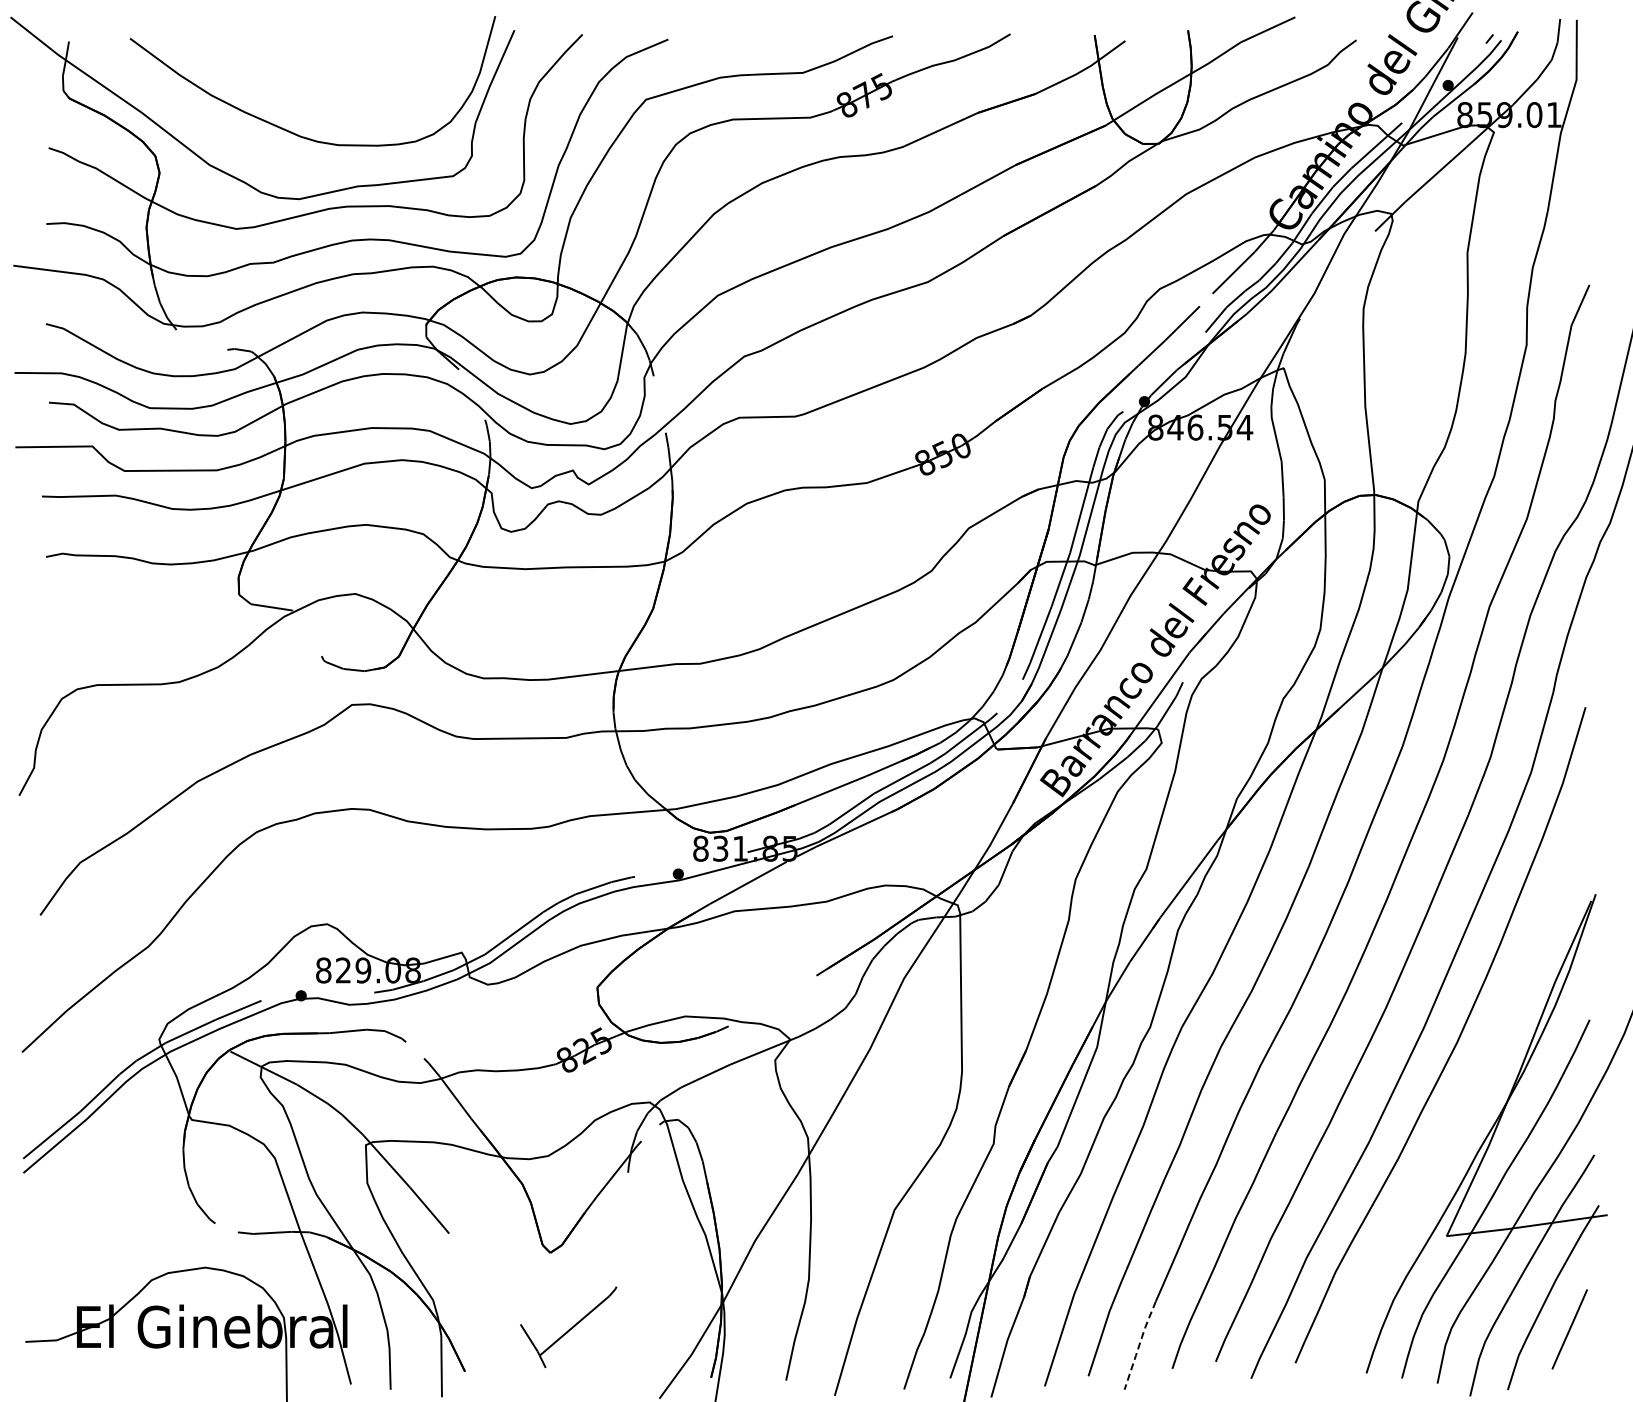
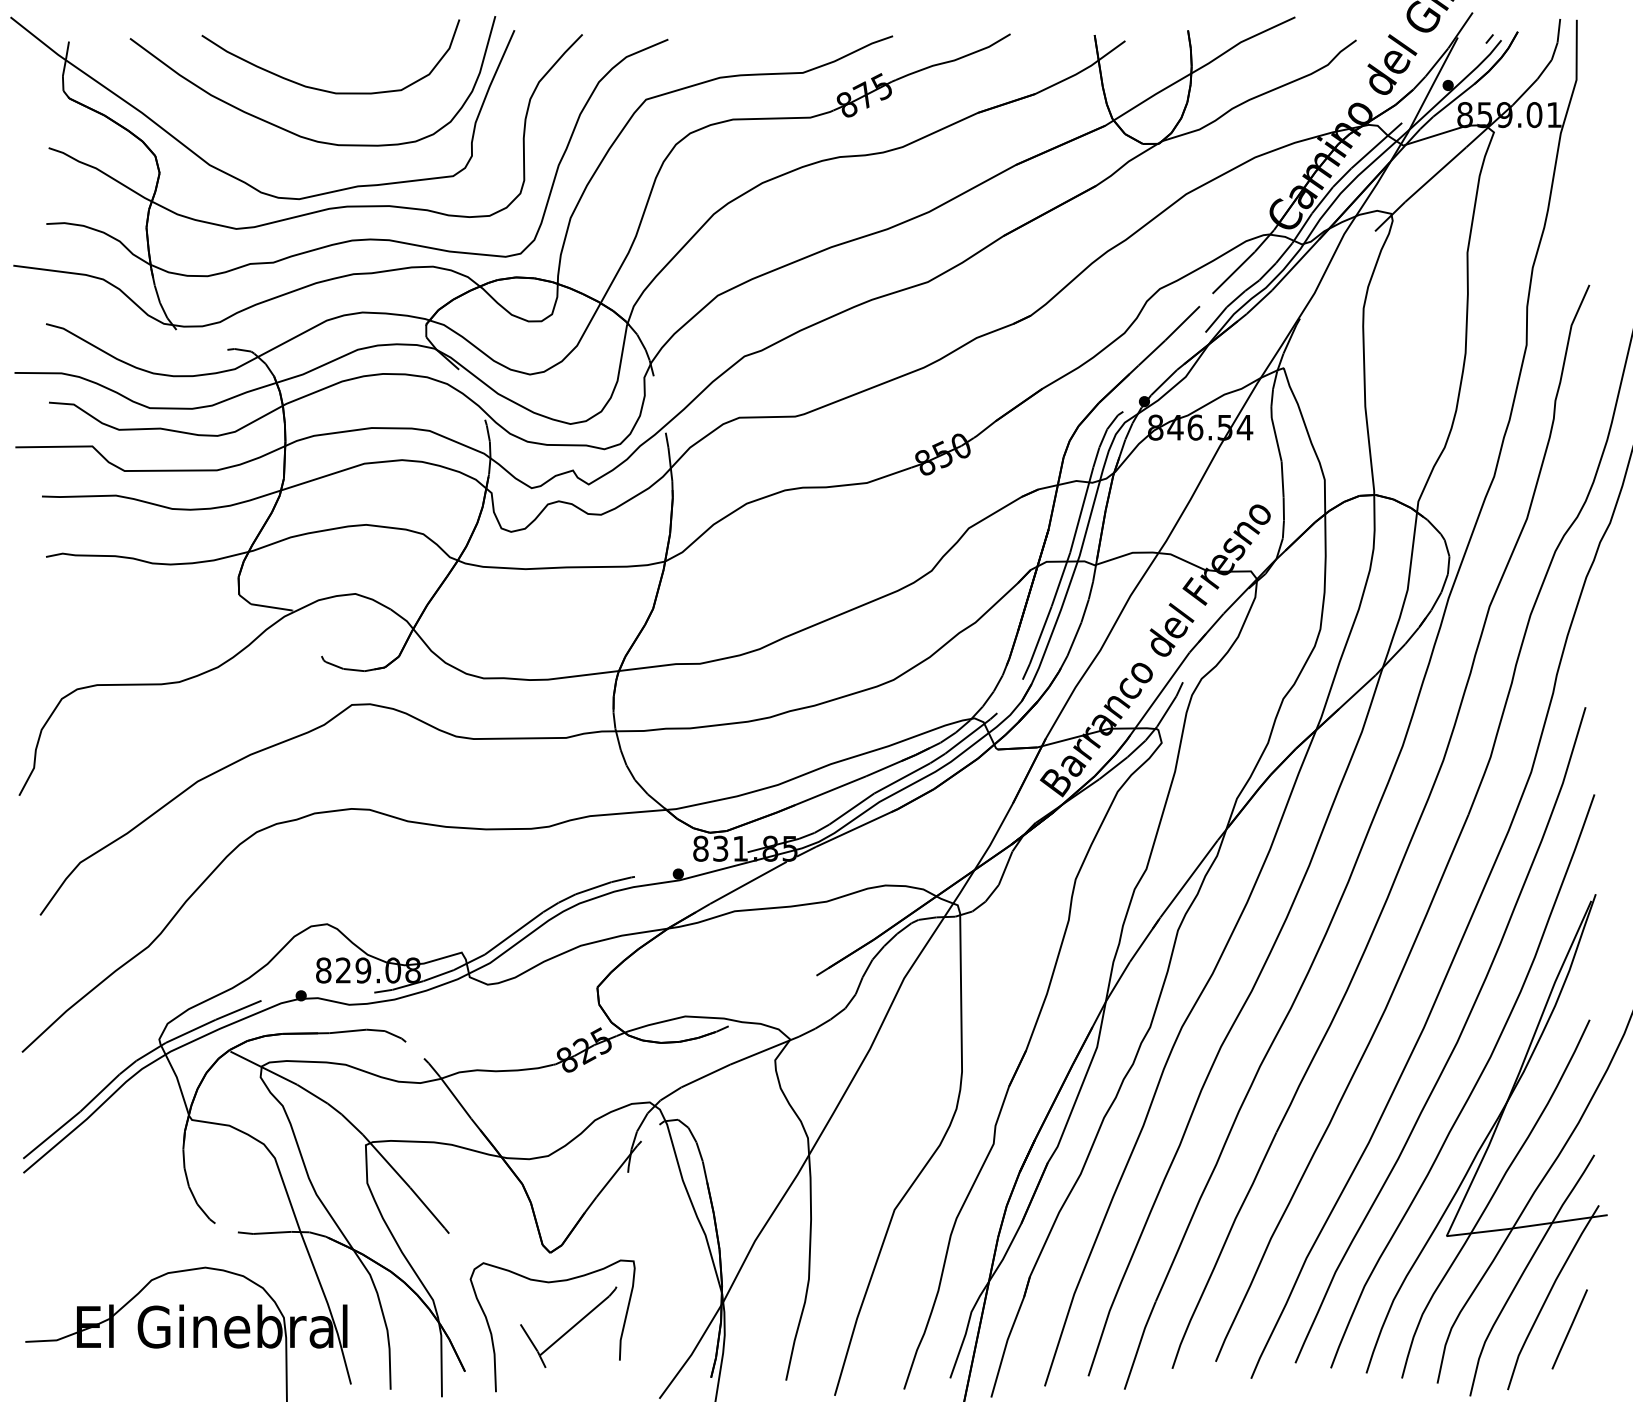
curve at (324, 89): none -> present
curve at (1473, 1086): none -> present
curve at (550, 1283): none -> present
line at (1139, 1345): dashed -> solid
